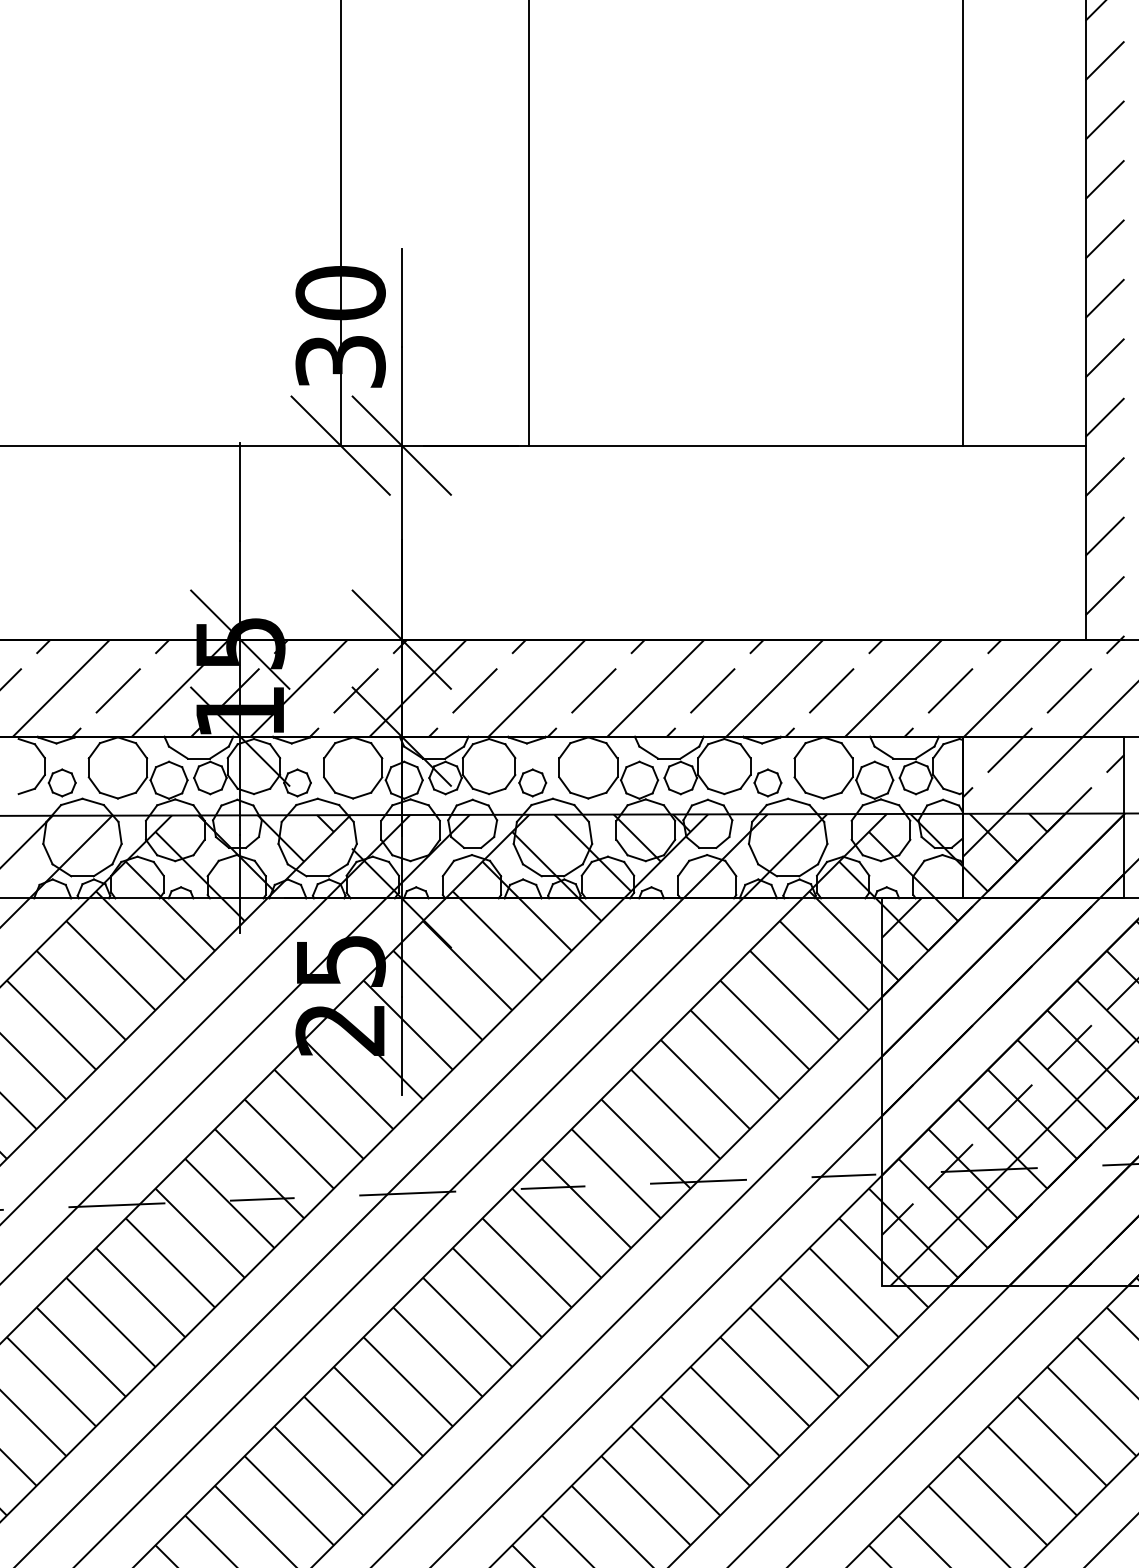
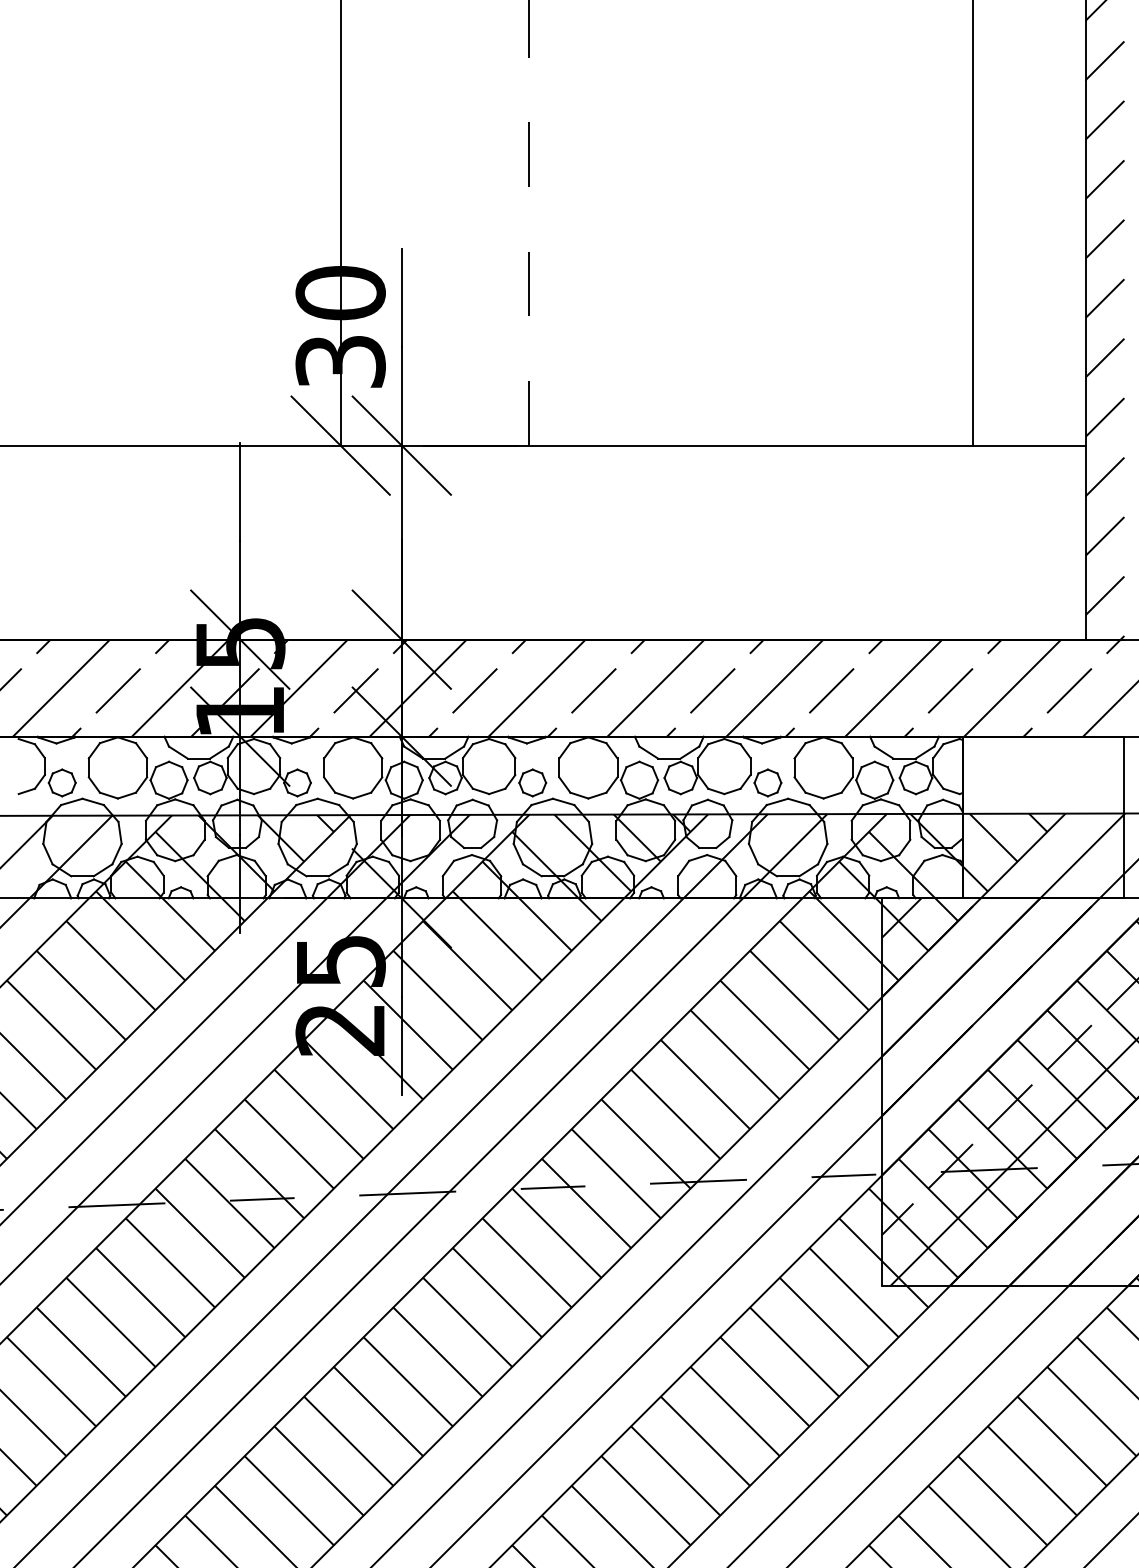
line at (529, 223): solid -> dashed
line at (962, 223) position: (962, 223) -> (972, 223)
hatch at (1043, 817): present -> none
